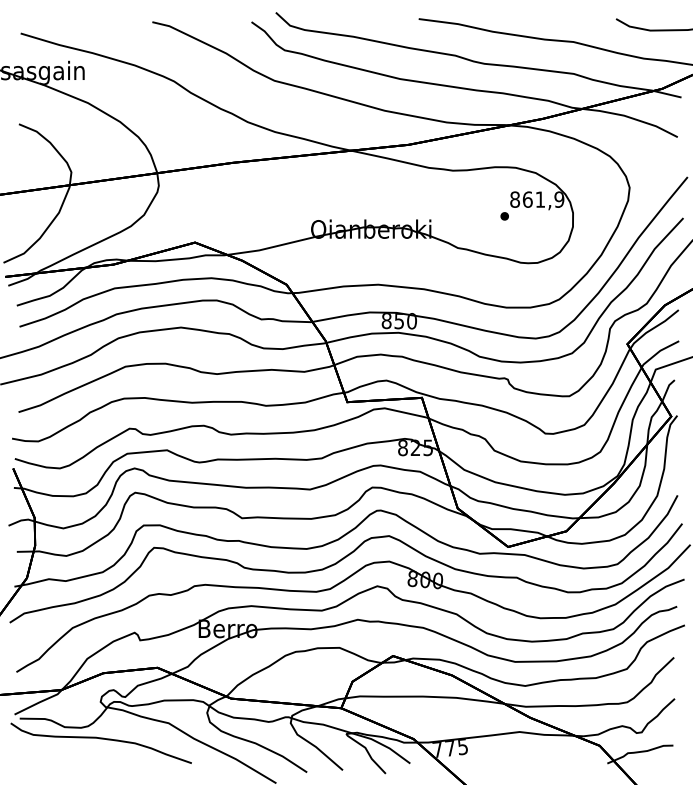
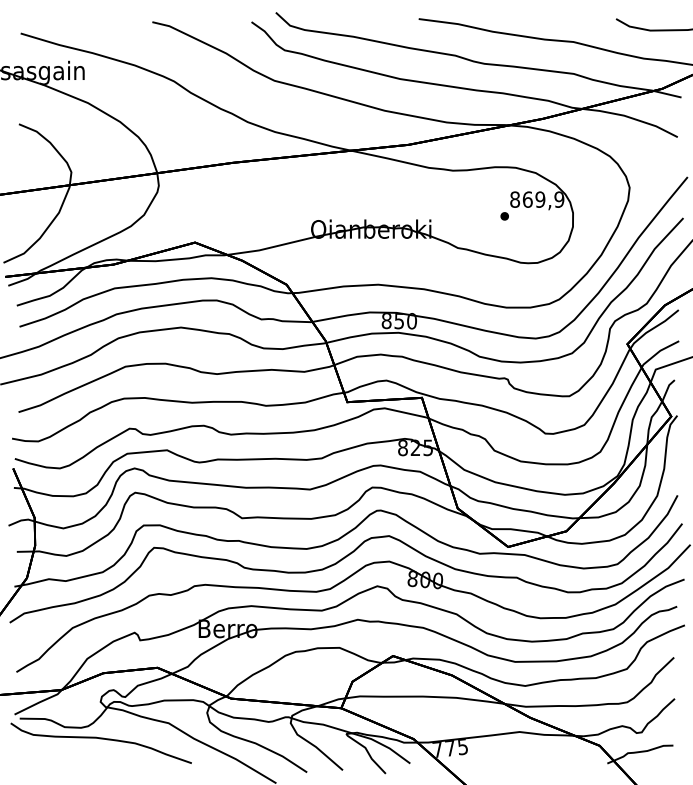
text at (540, 199): 861,9 -> 869,9
